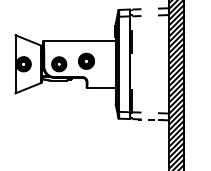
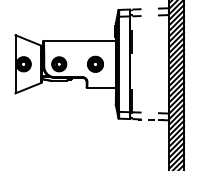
part at (86, 60) position: (86, 60) -> (95, 63)
